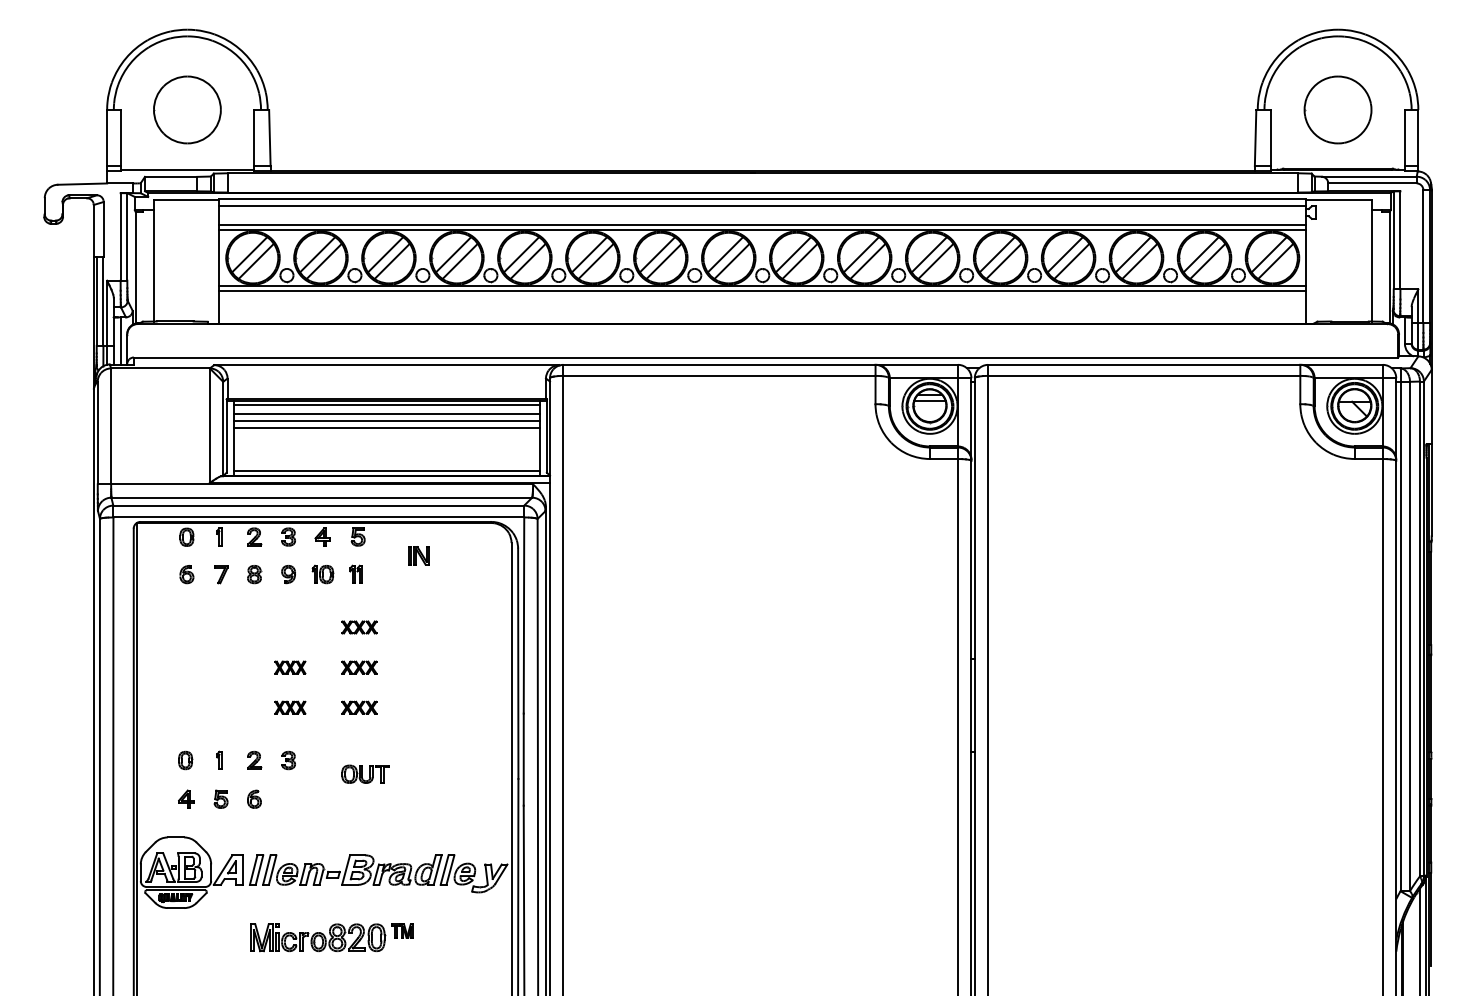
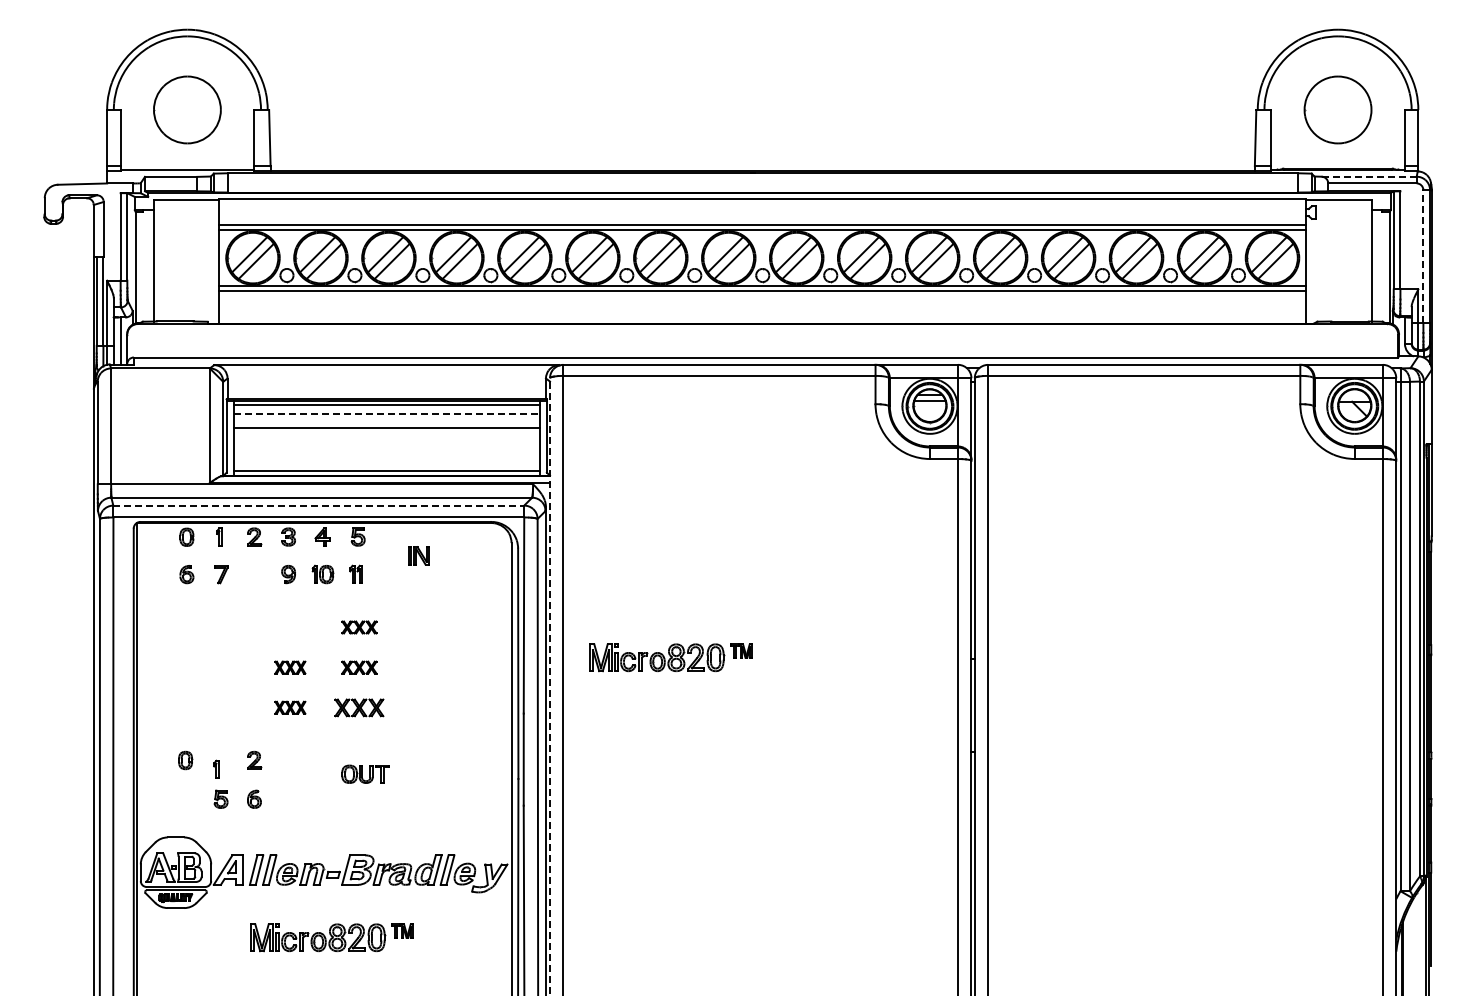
line at (1369, 176): solid -> dashed
line at (762, 205): present -> none
line at (1423, 256): solid -> dashed
line at (387, 414): solid -> dashed
line at (387, 421): present -> none
line at (319, 505): solid -> dashed
part at (254, 574): present -> none
part at (670, 657): none -> present
line at (550, 686): solid -> dashed
part at (359, 707) size: 37x15 px -> 51x20 px
part at (219, 759) position: (219, 759) -> (216, 768)
part at (288, 760): present -> none
part at (186, 798): present -> none
line at (1419, 940): present -> none
